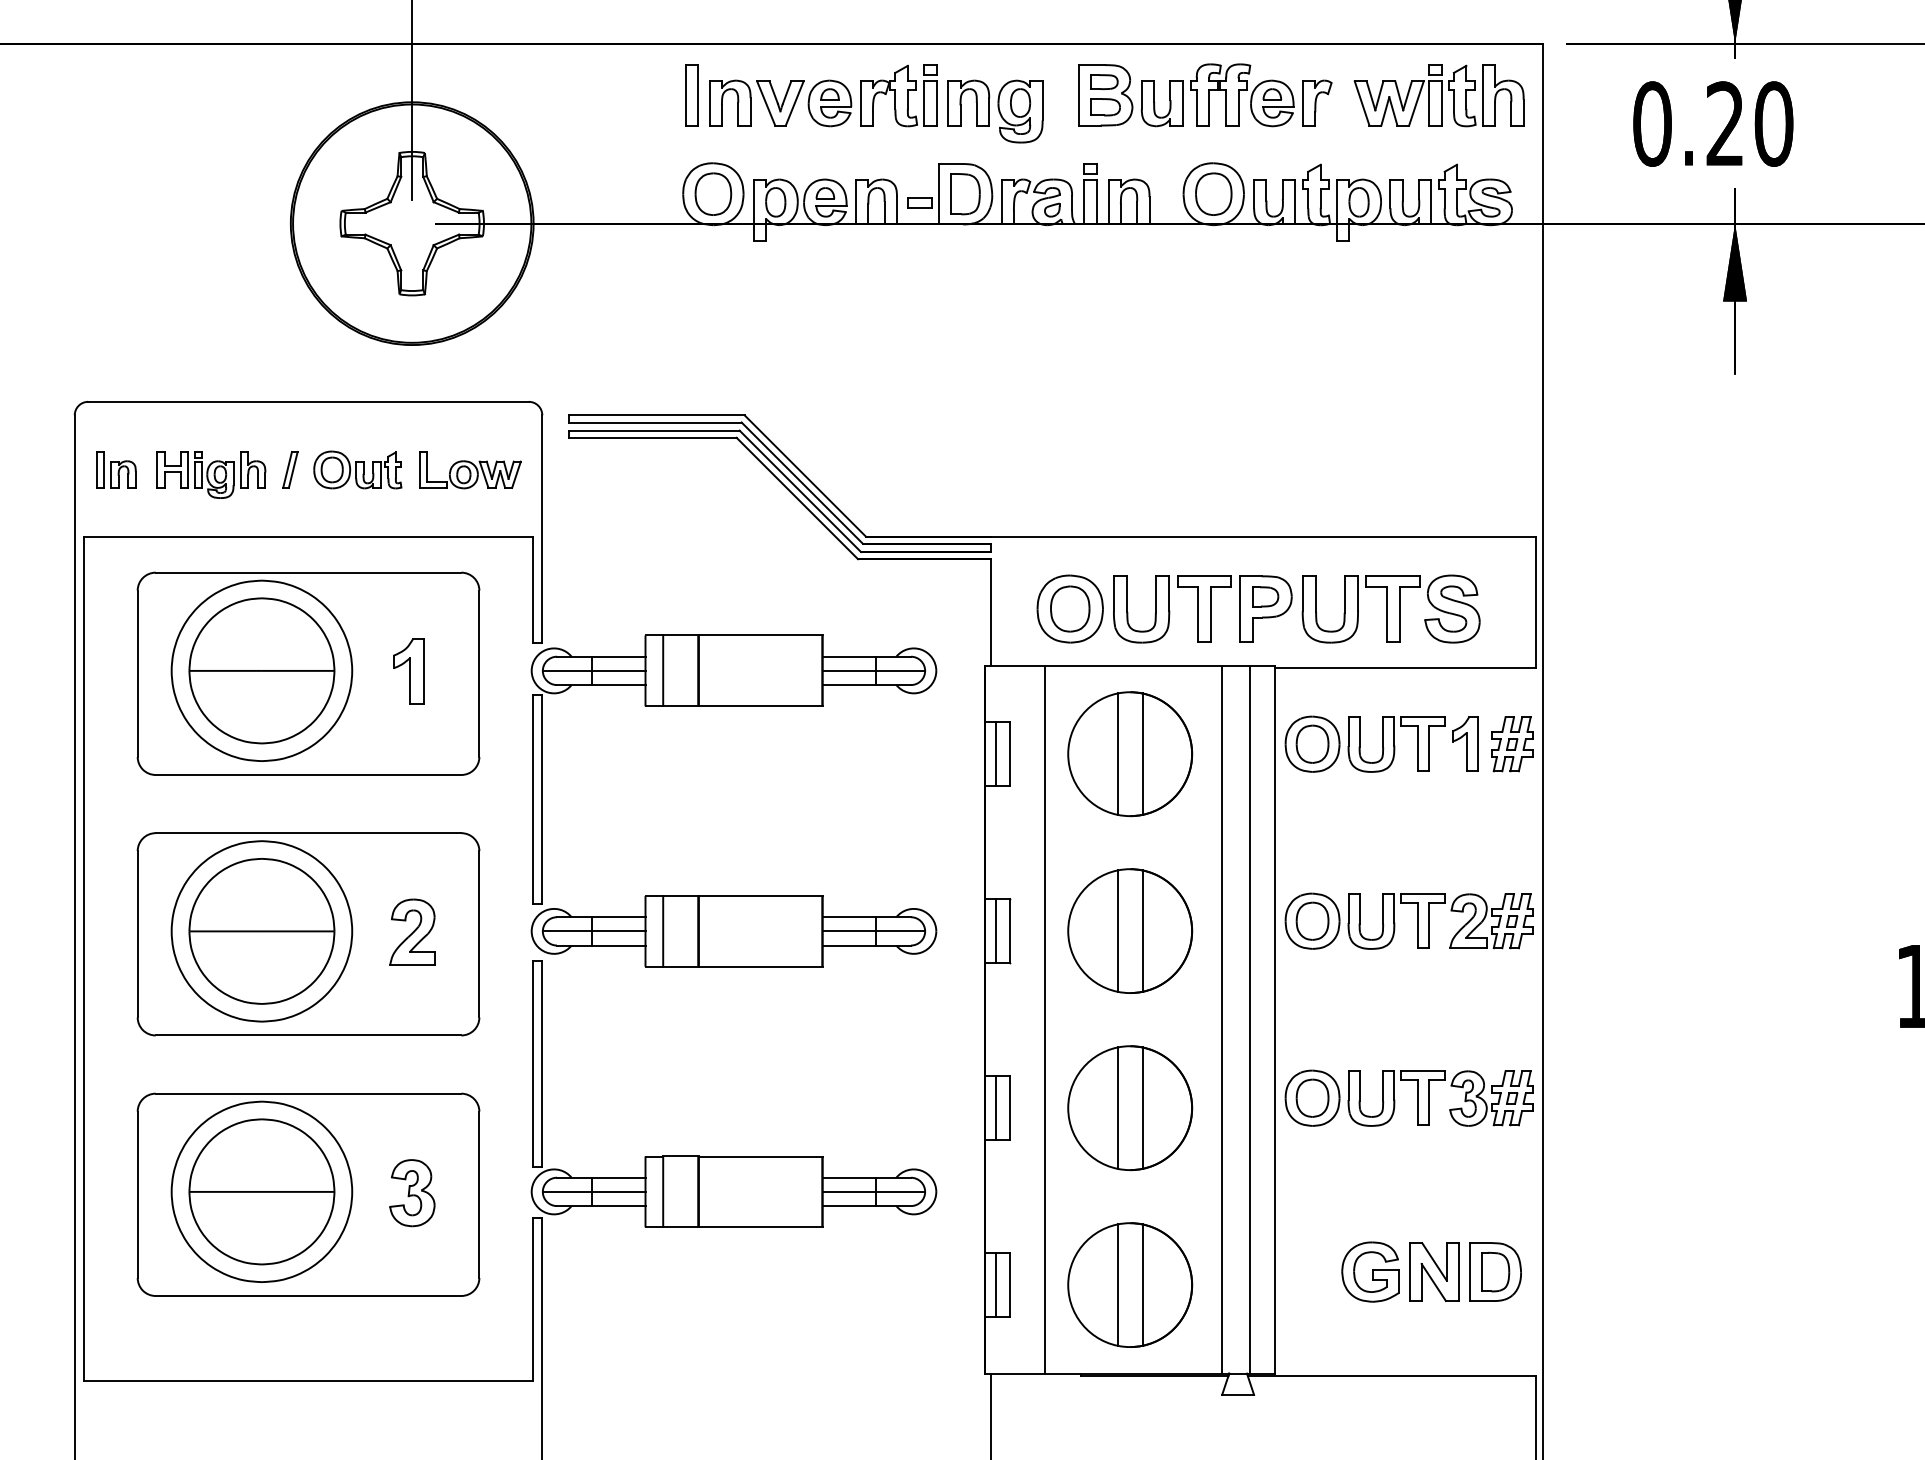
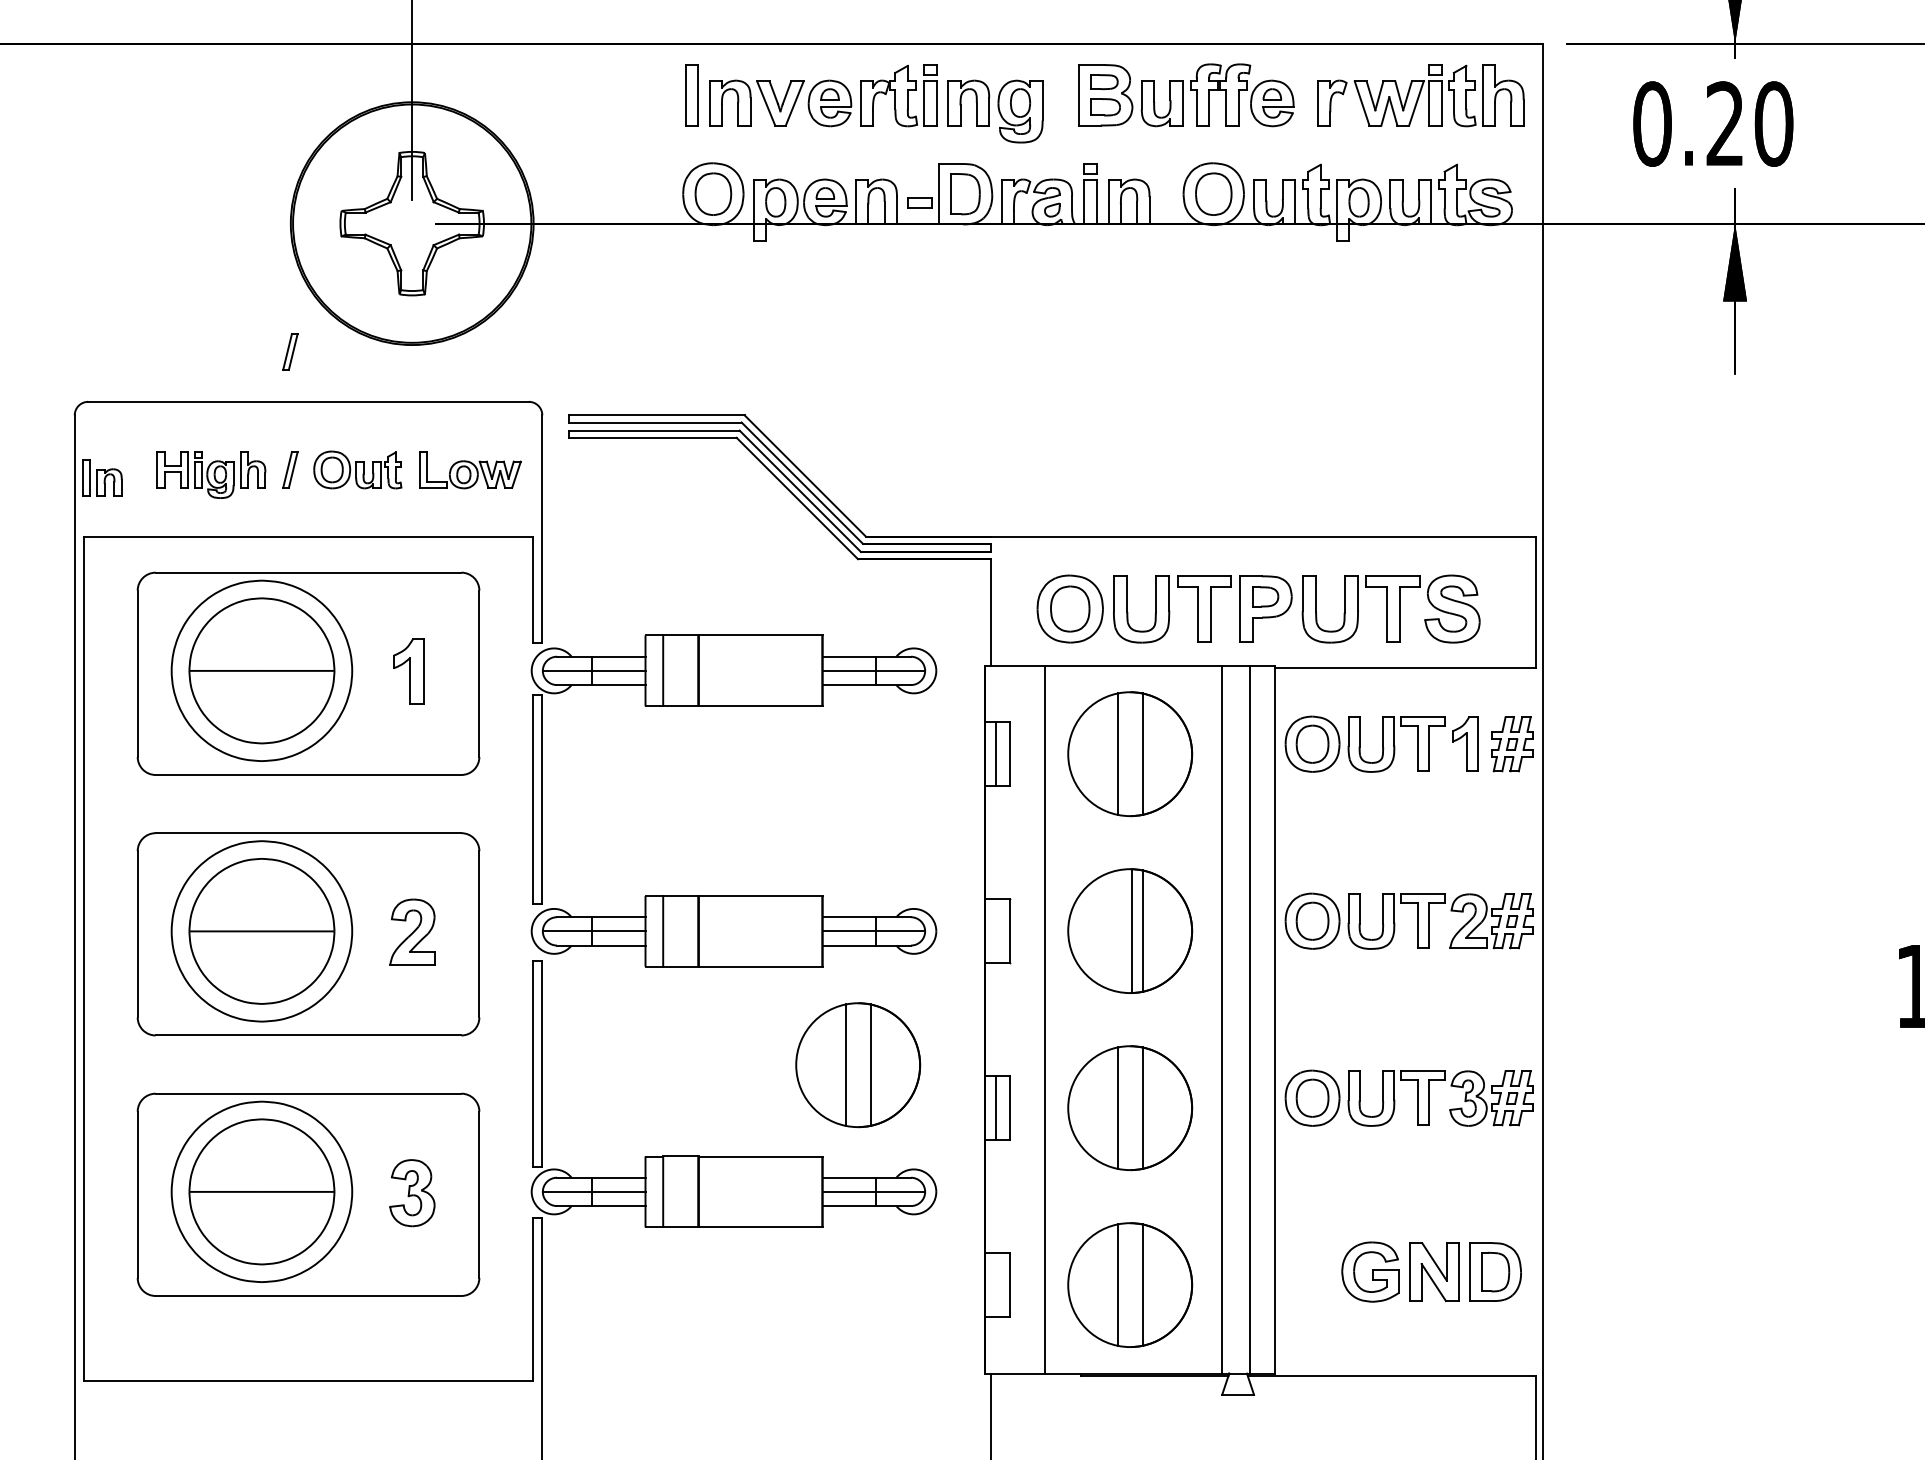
part at (1317, 102) position: (1317, 102) -> (1332, 102)
part at (290, 351): none -> present
part at (116, 469) position: (116, 469) -> (102, 477)
line at (995, 930): present -> none
line at (1117, 930) position: (1117, 930) -> (1131, 930)
part at (858, 1065): none -> present
line at (995, 1284): present -> none
